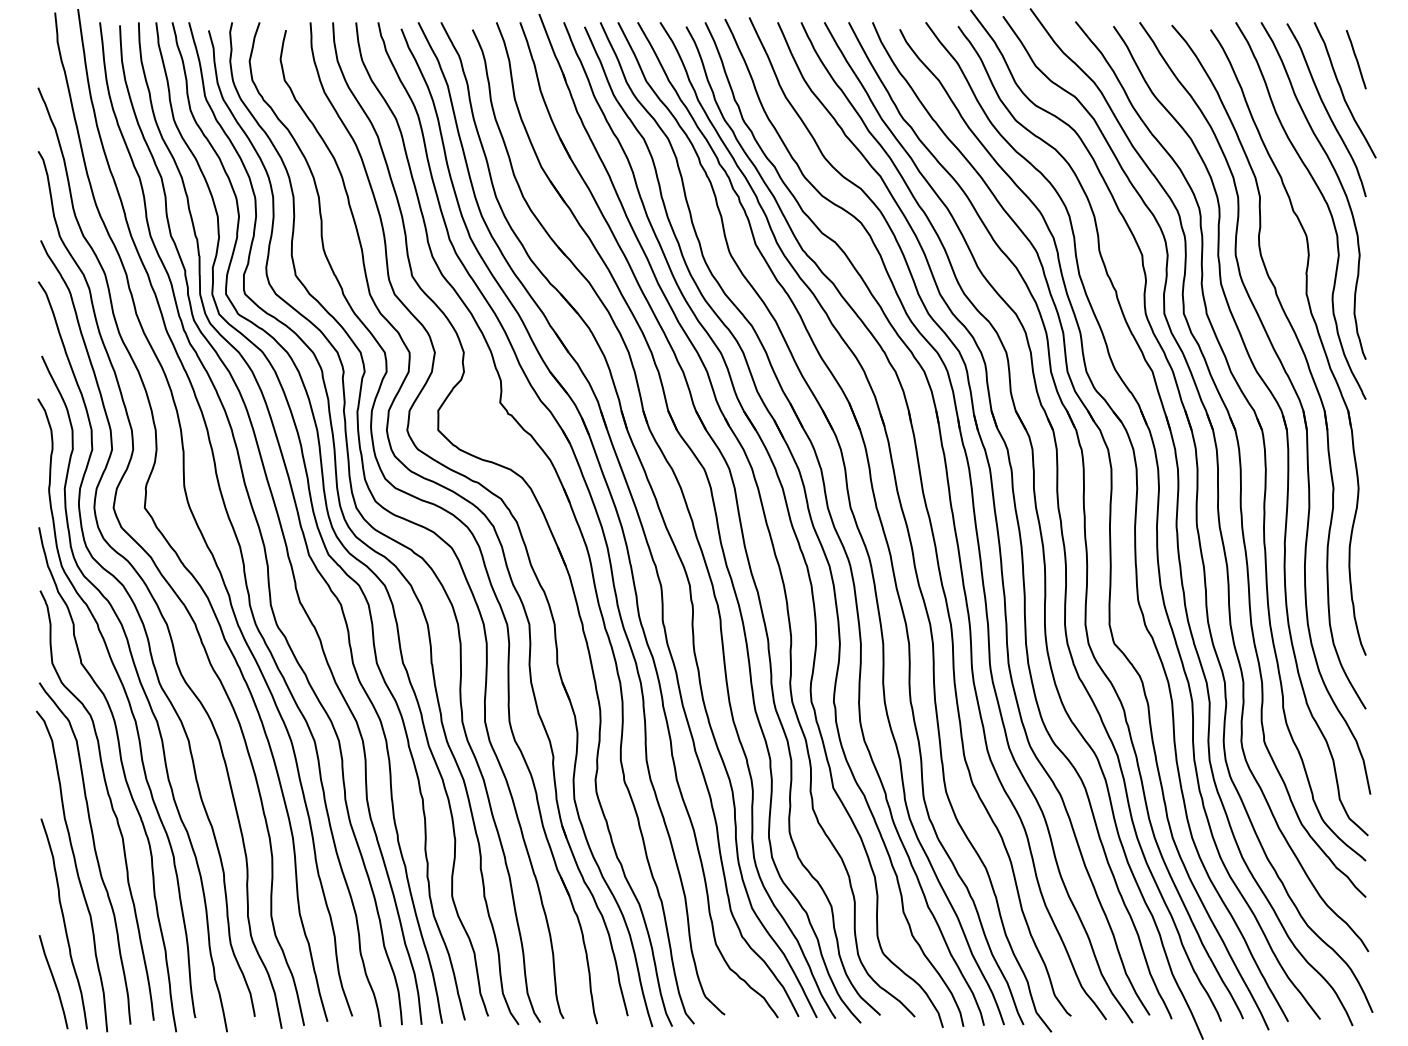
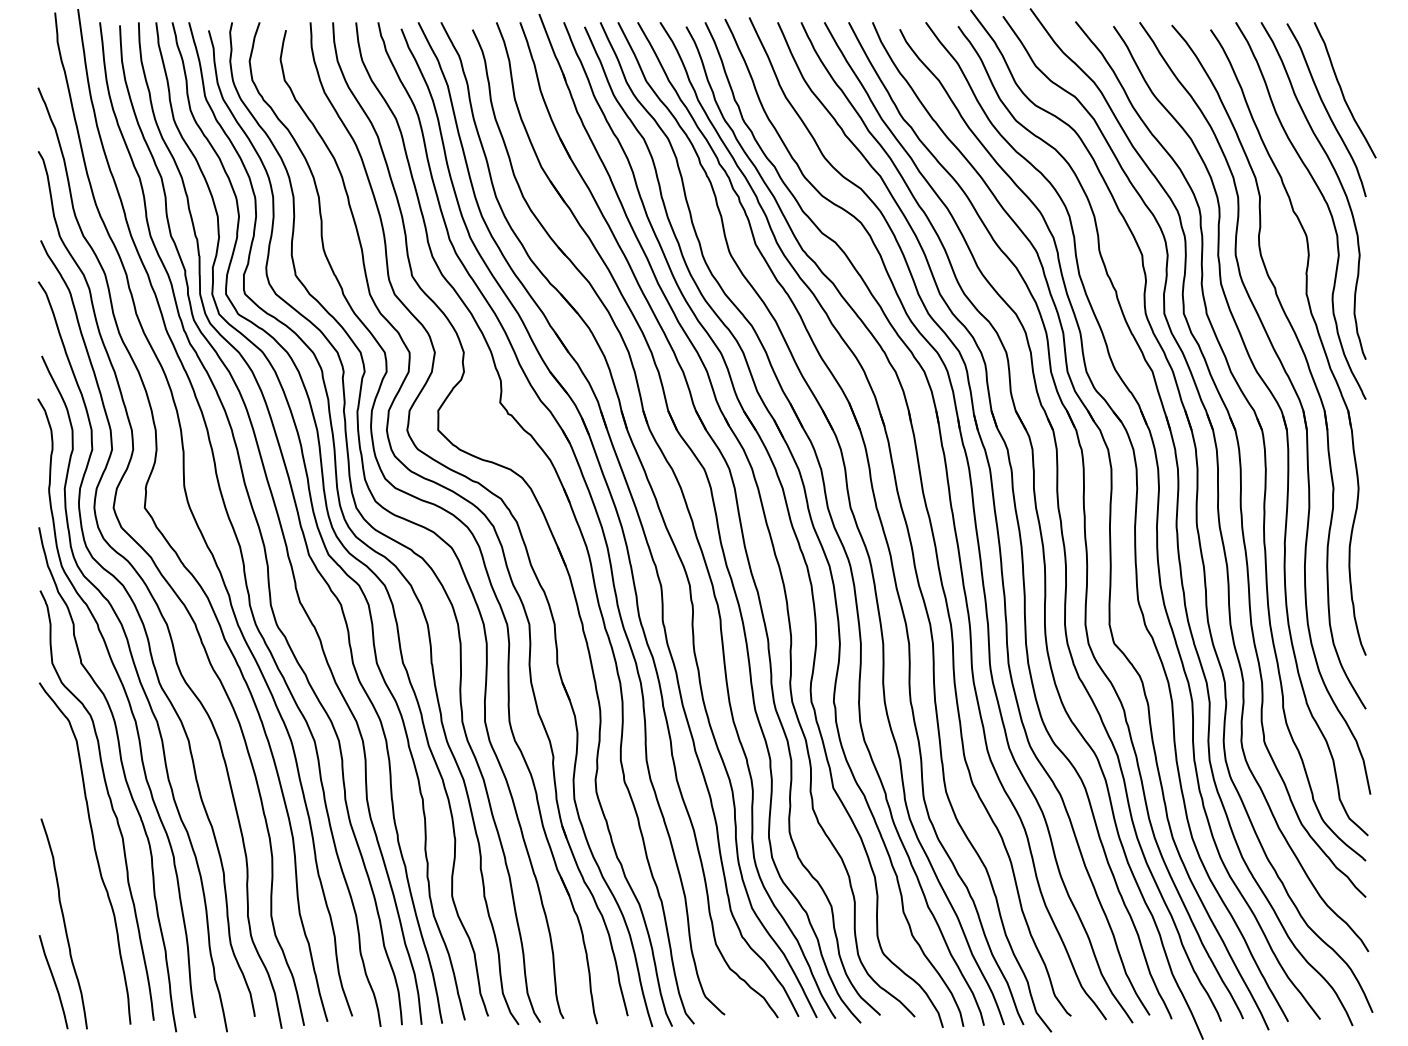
line at (1355, 59): present -> none
curve at (75, 869): present -> none
